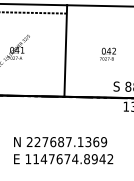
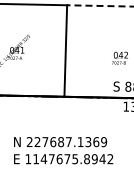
line at (99, 5): solid -> dashed
line at (34, 12): present -> none
text at (107, 53) position: (107, 53) -> (119, 57)
text at (75, 159): 1147674.8942 -> 1147675.8942
